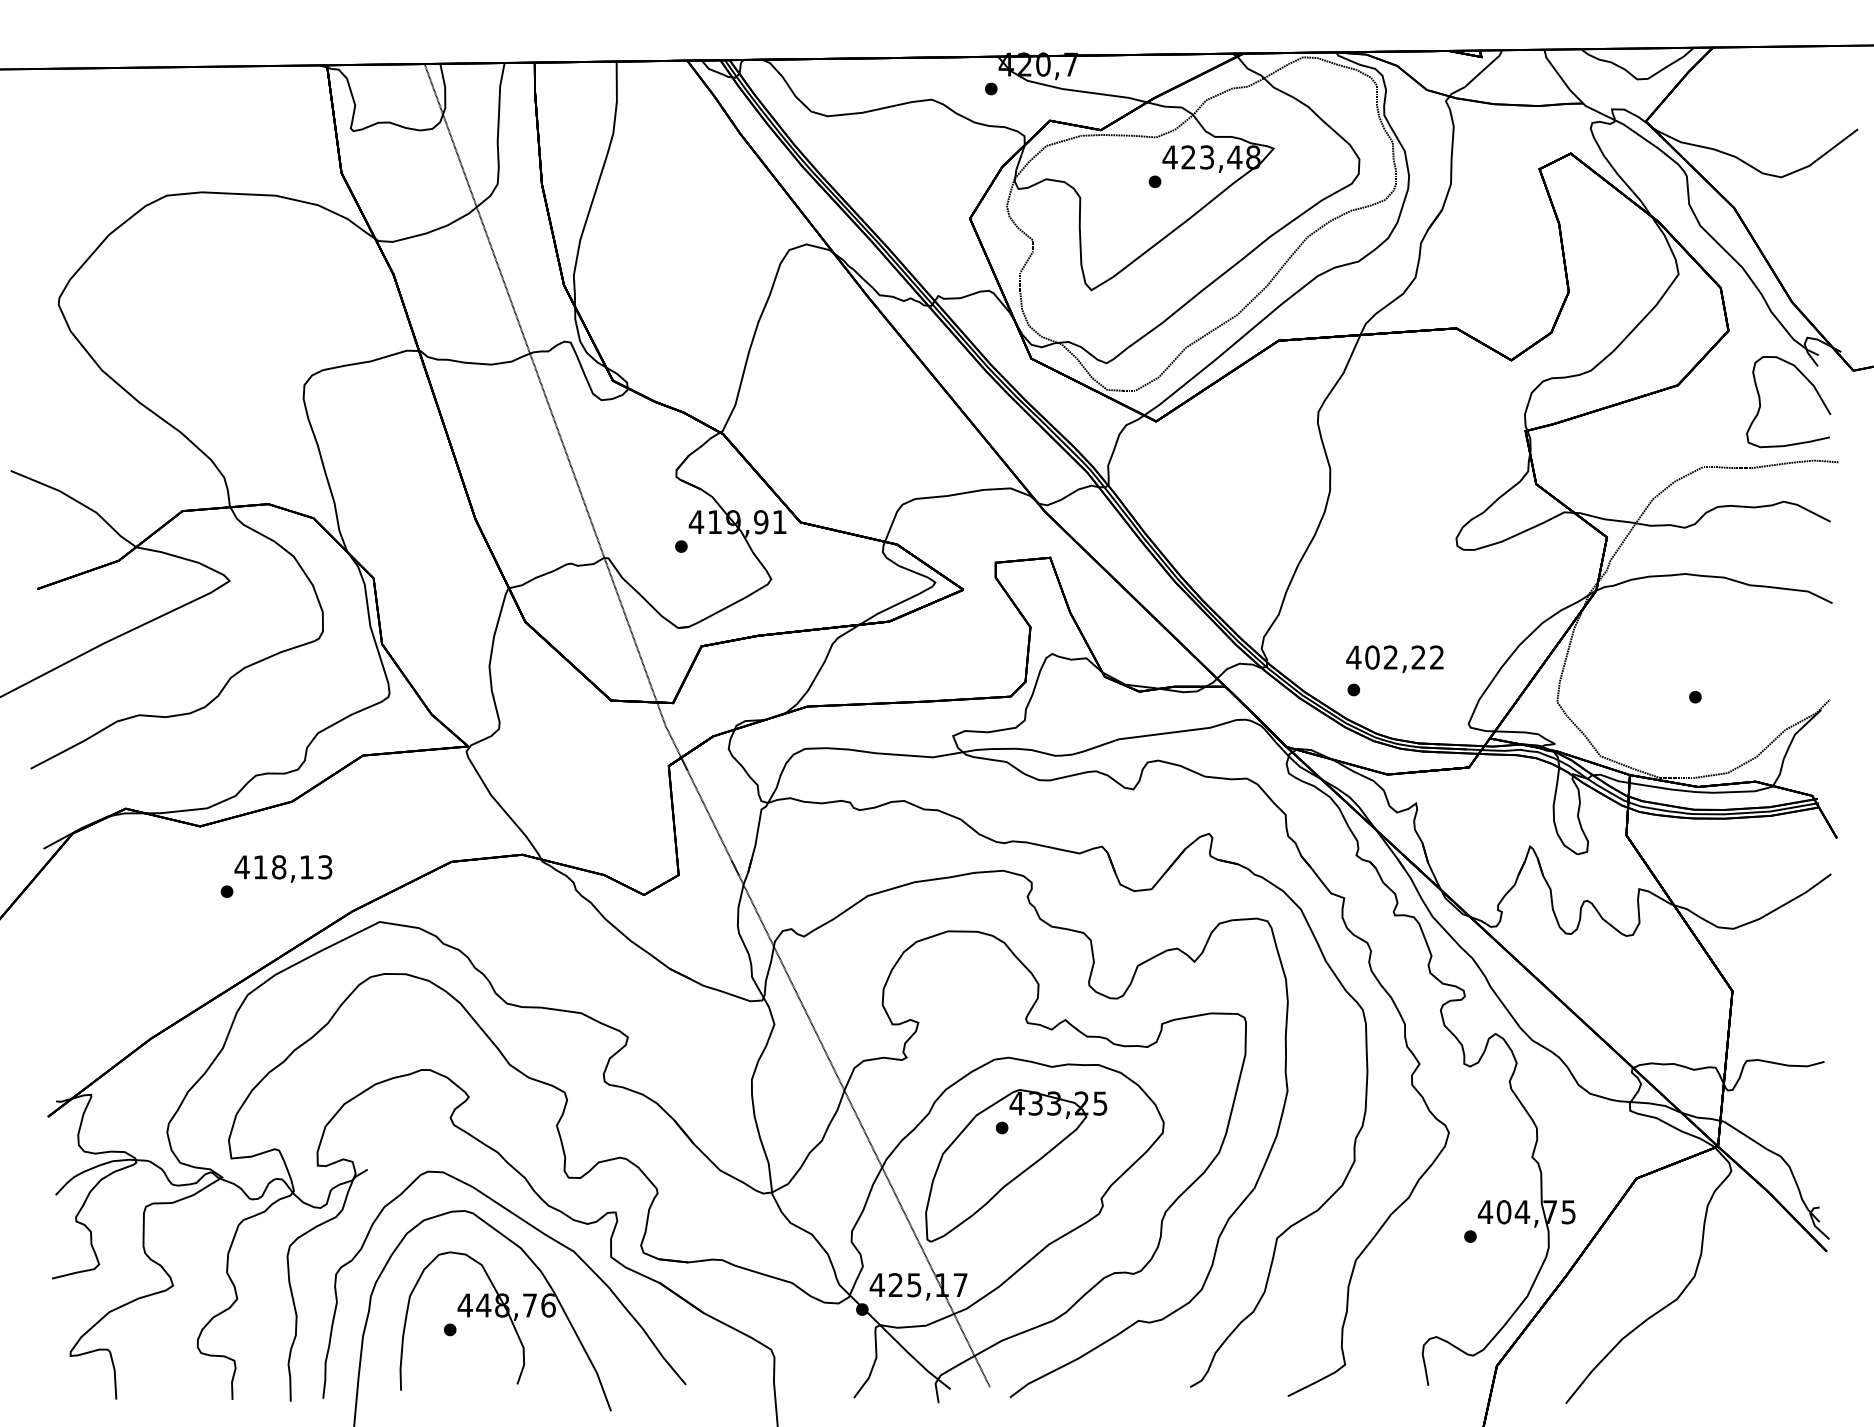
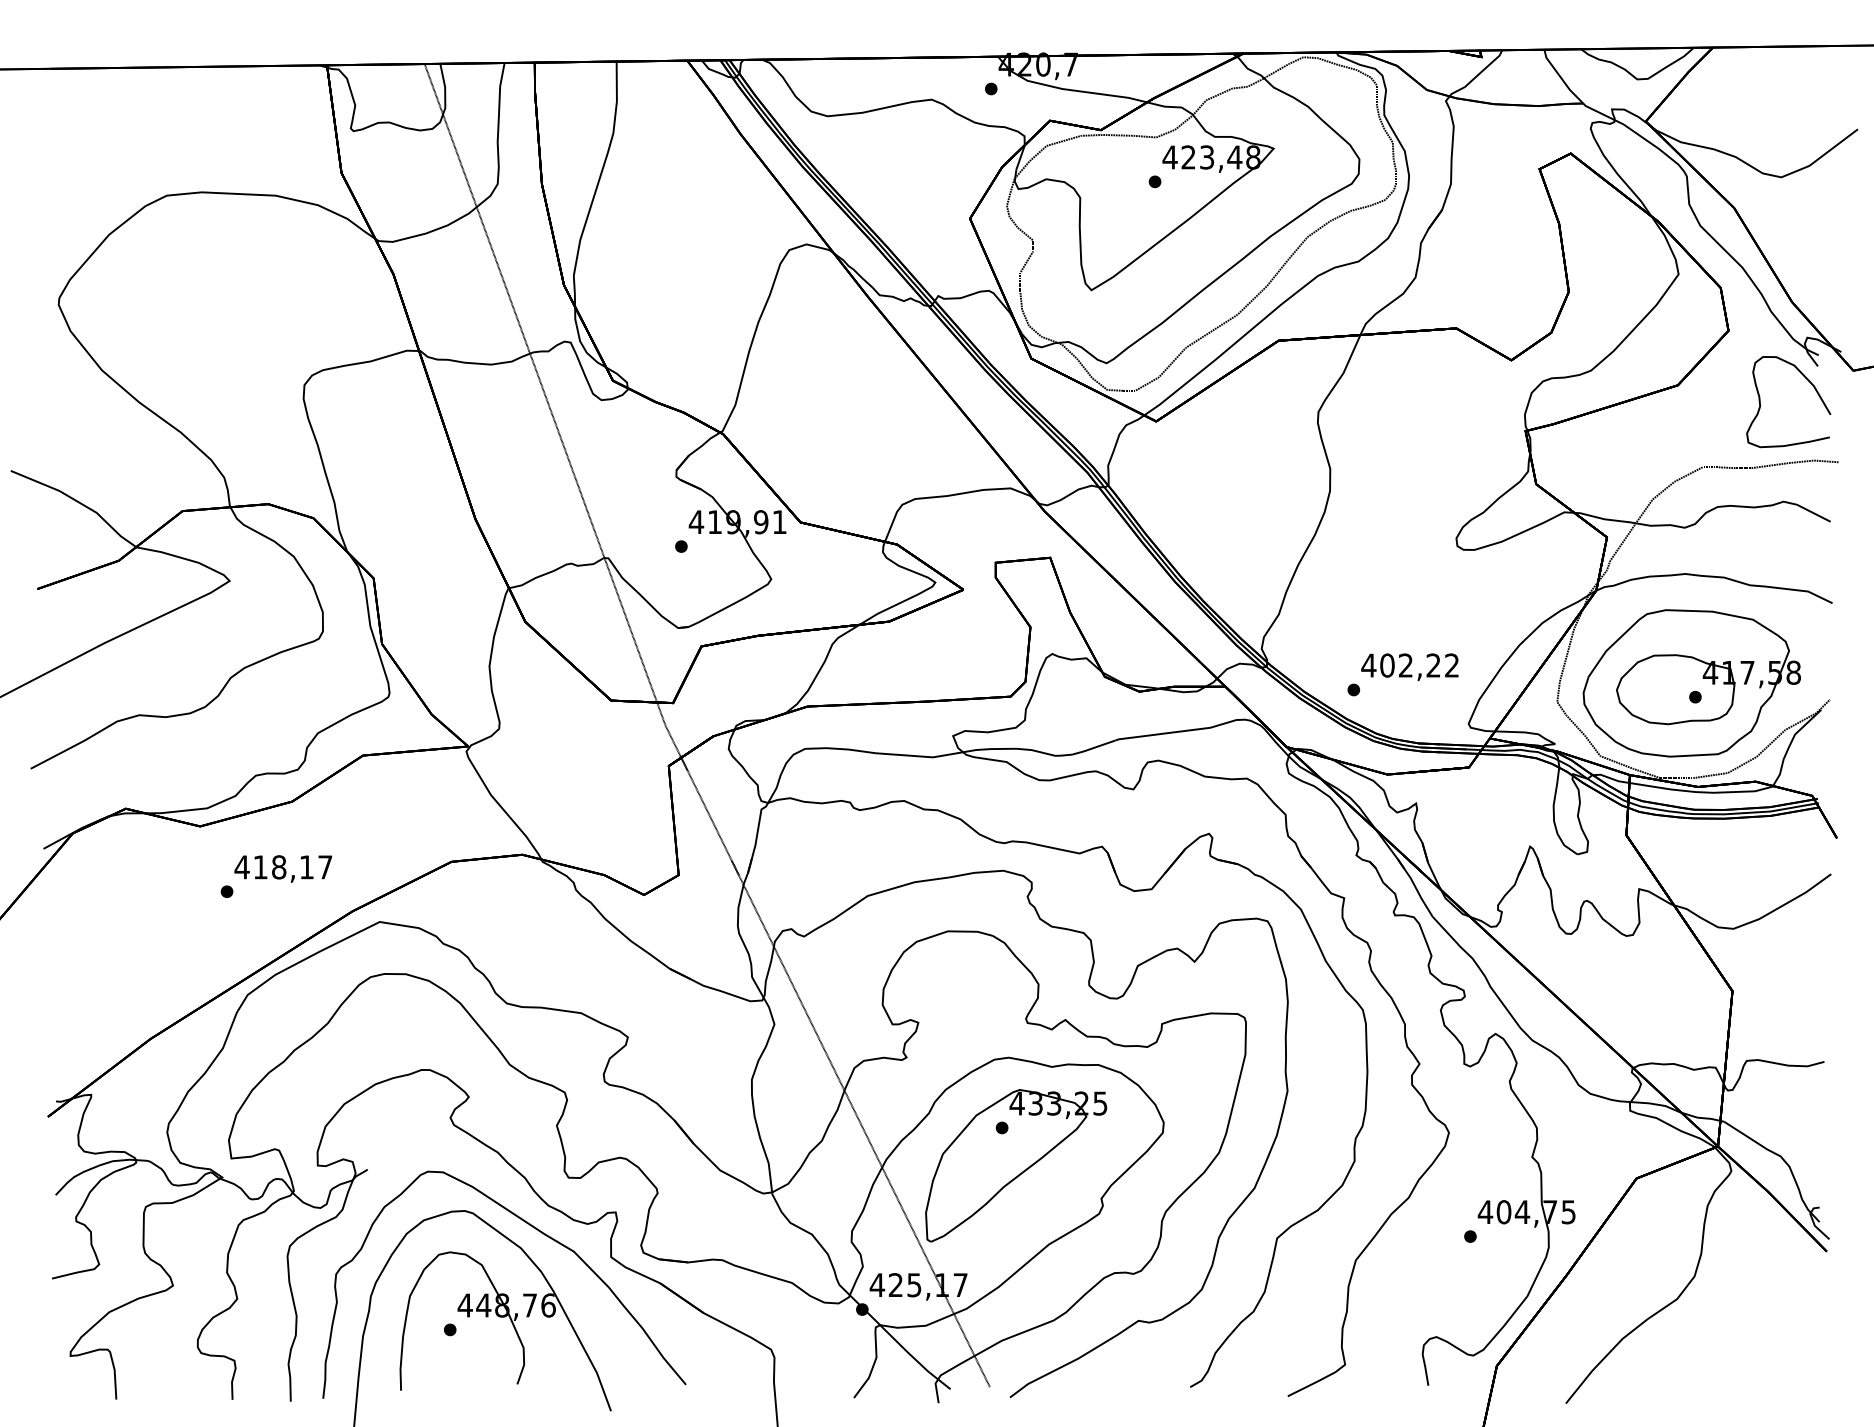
text at (1394, 659) position: (1394, 659) -> (1409, 667)
part at (1691, 683): none -> present
text at (325, 867): 418,13 -> 418,17
